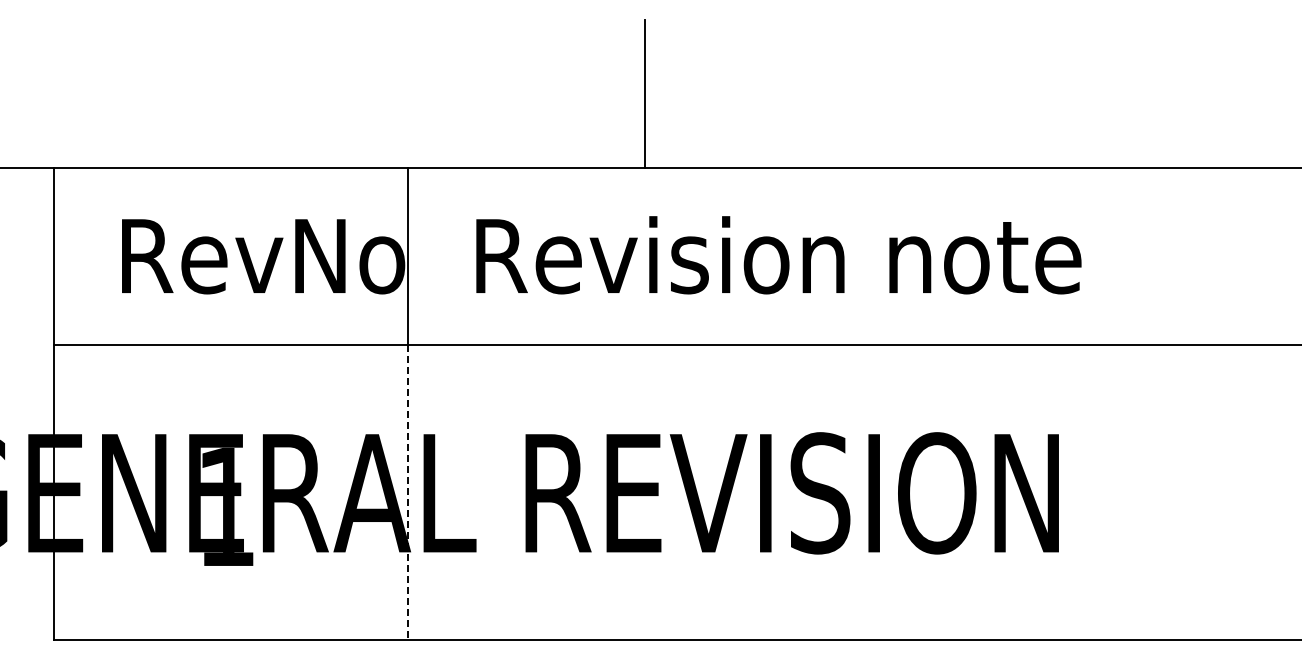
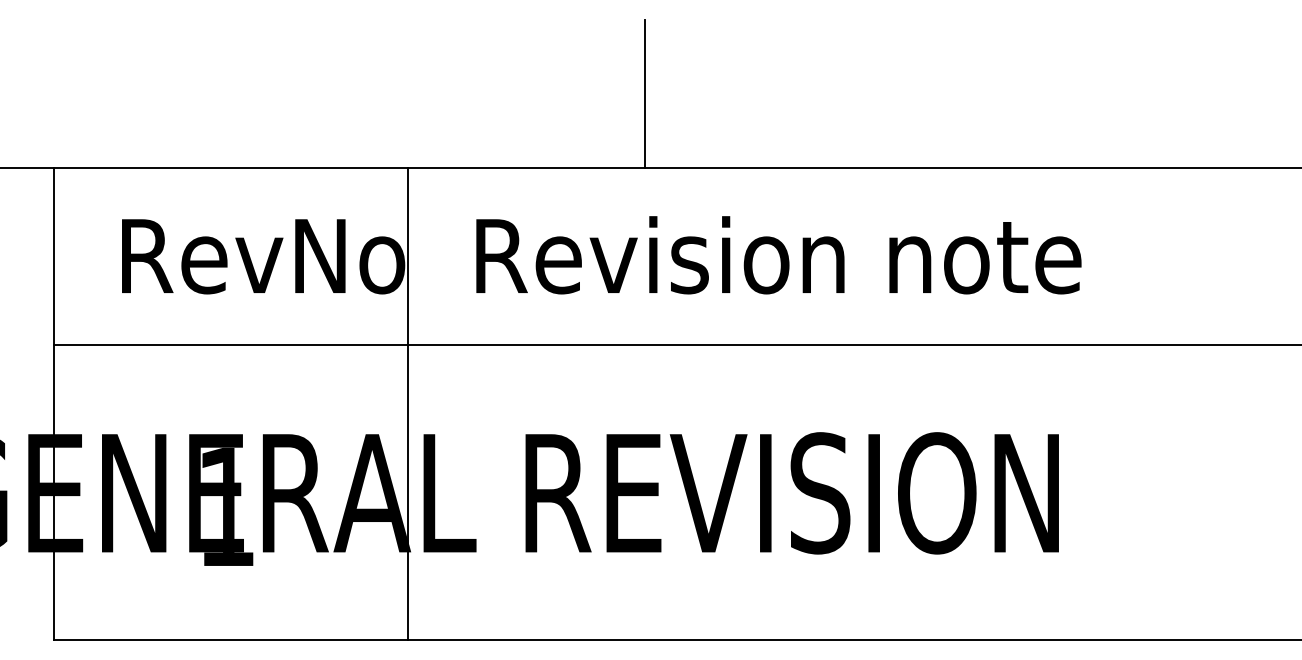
line at (408, 492): dashed -> solid
